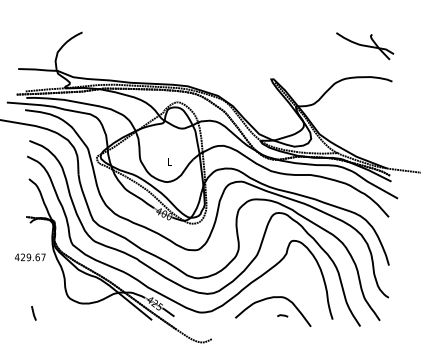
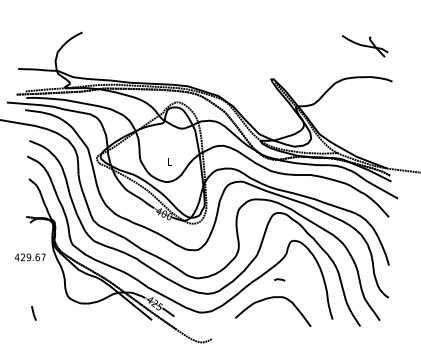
part at (365, 46) size: 59x29 px -> 47x23 px
line at (282, 315) position: (282, 315) -> (279, 279)
